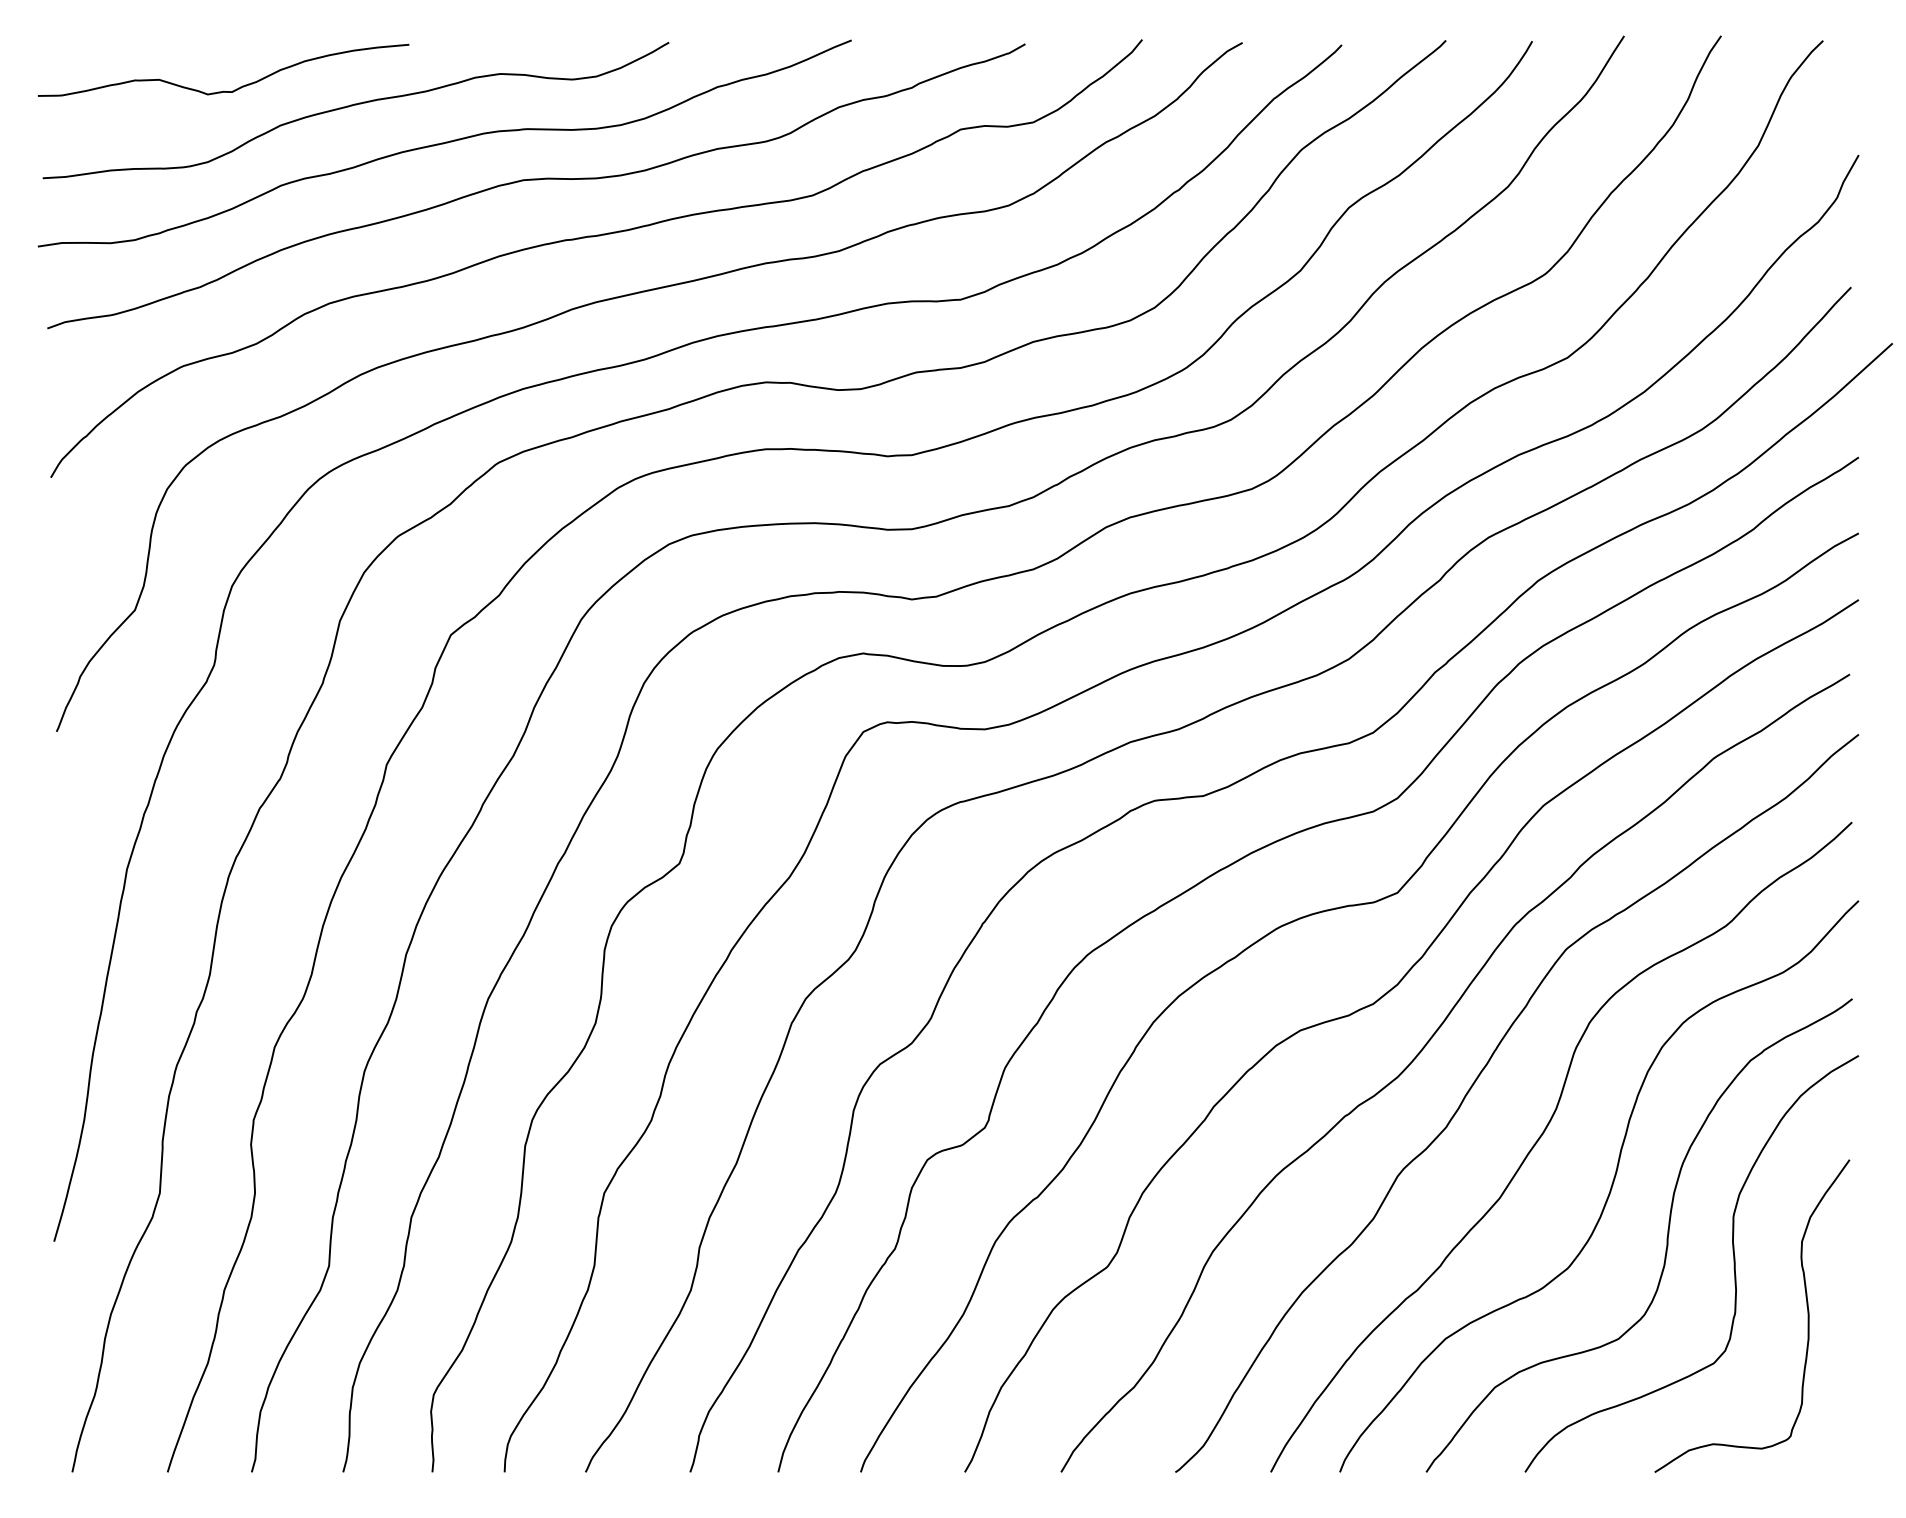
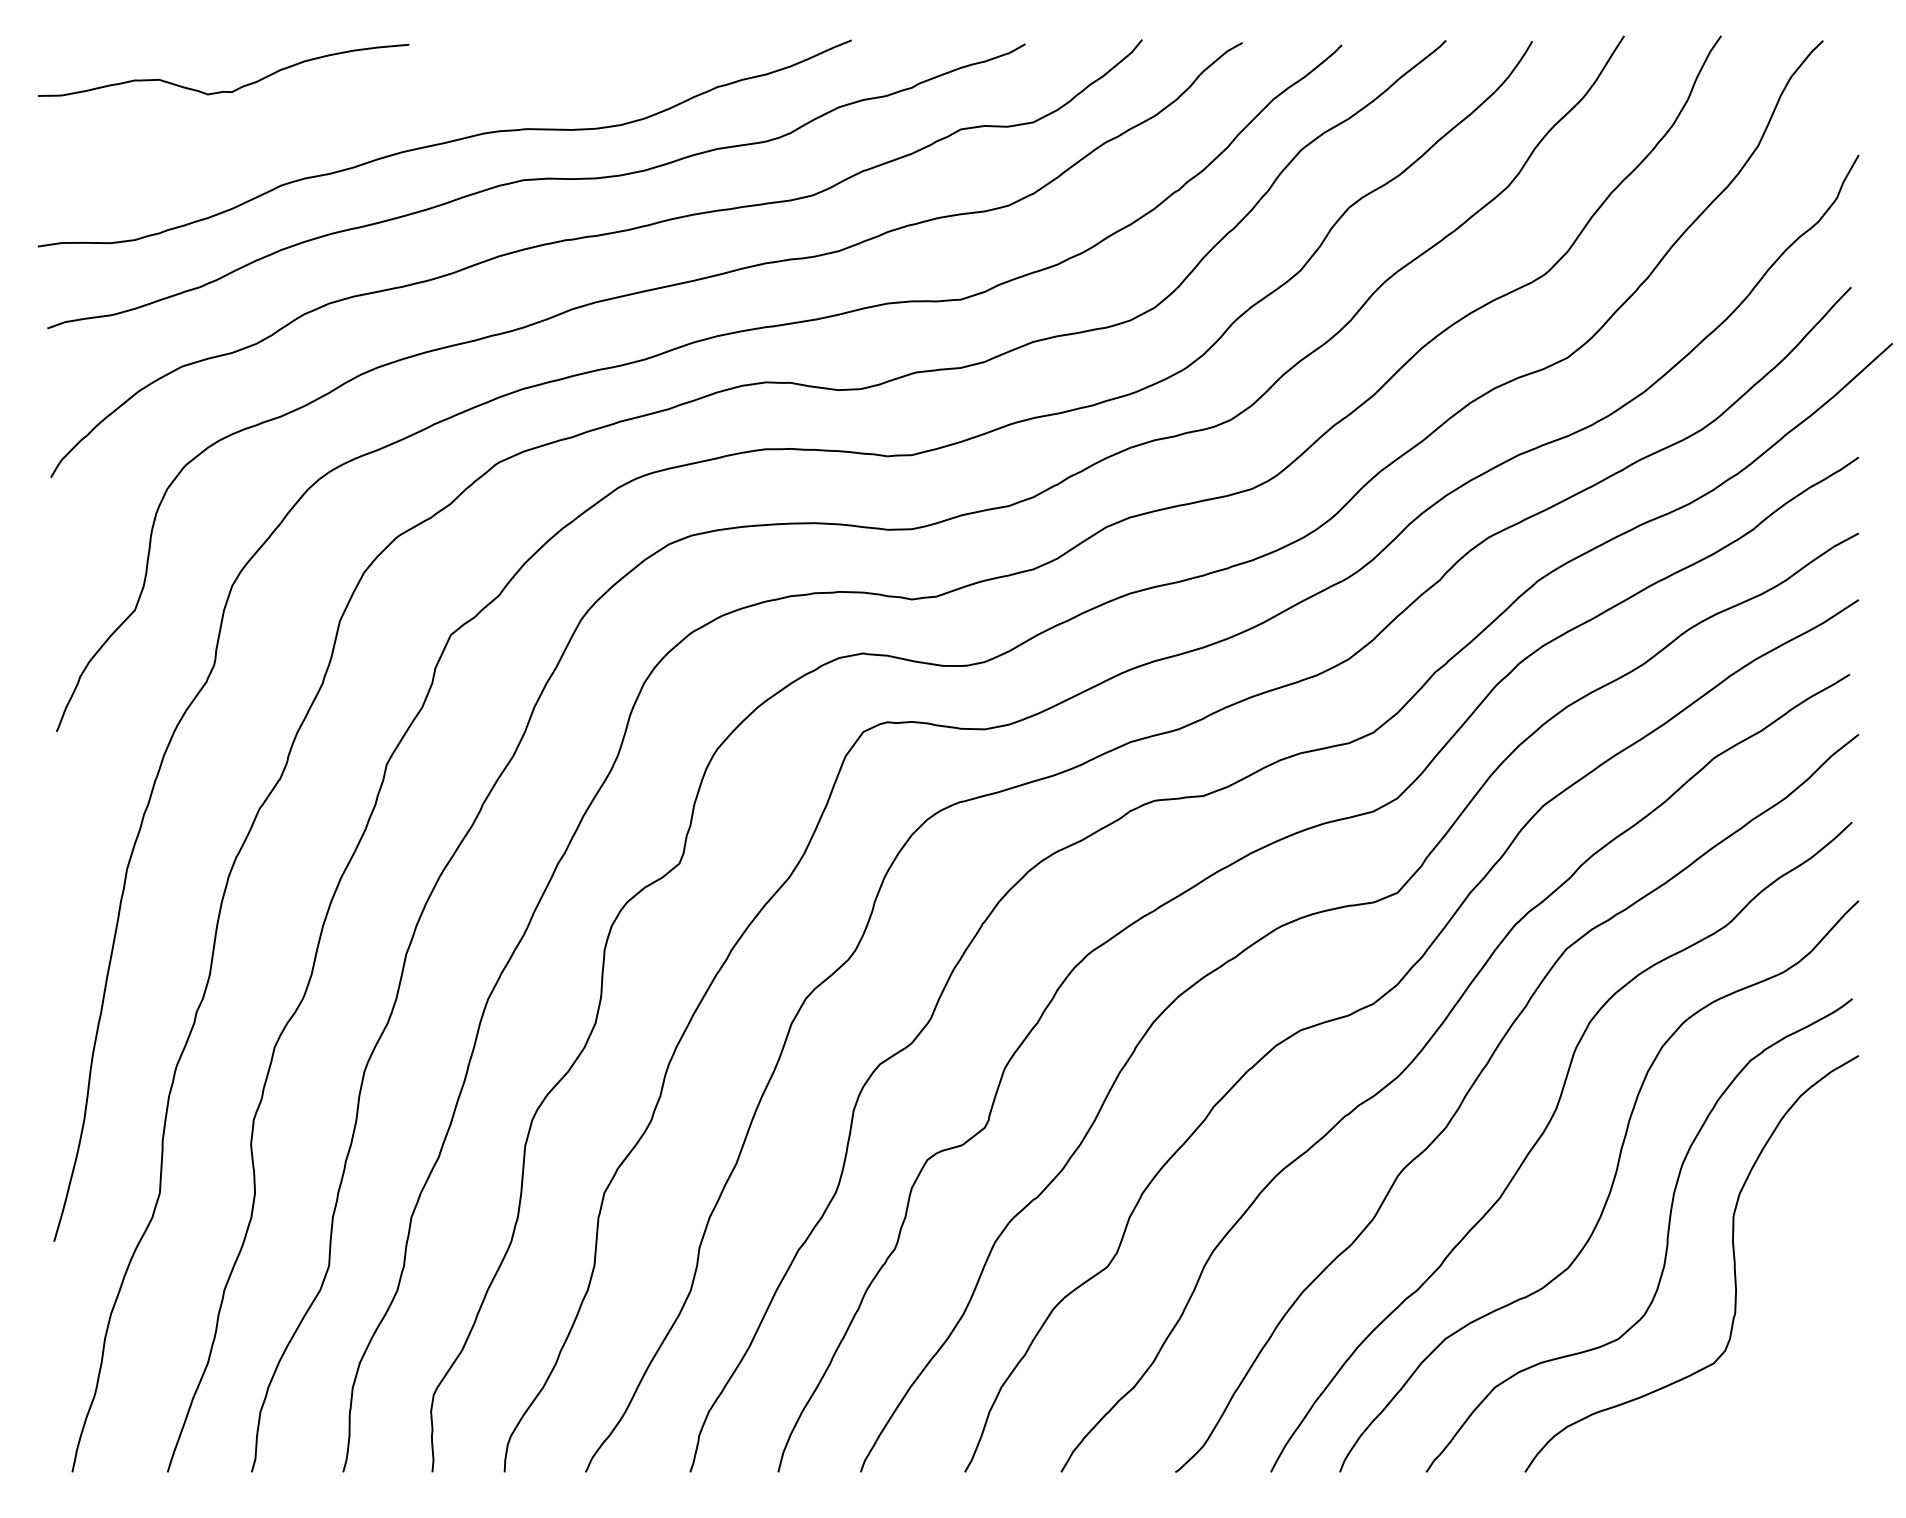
curve at (355, 105): present -> none
curve at (1806, 1306): present -> none
